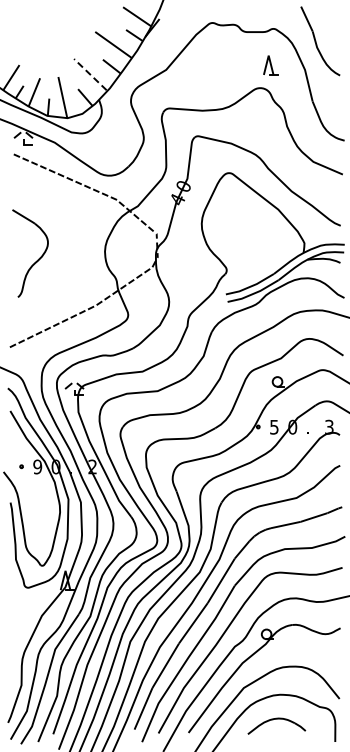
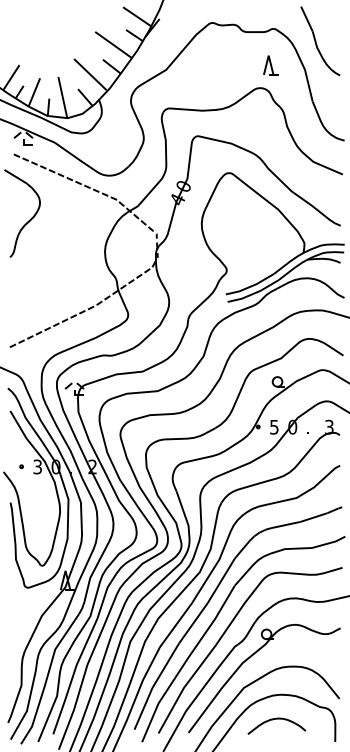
line at (90, 74): dashed -> solid
part at (37, 259) position: (37, 259) -> (29, 219)
text at (37, 466): 9 -> 3
